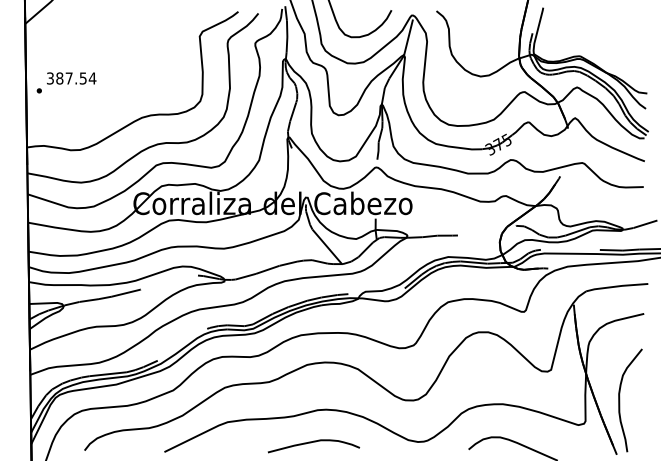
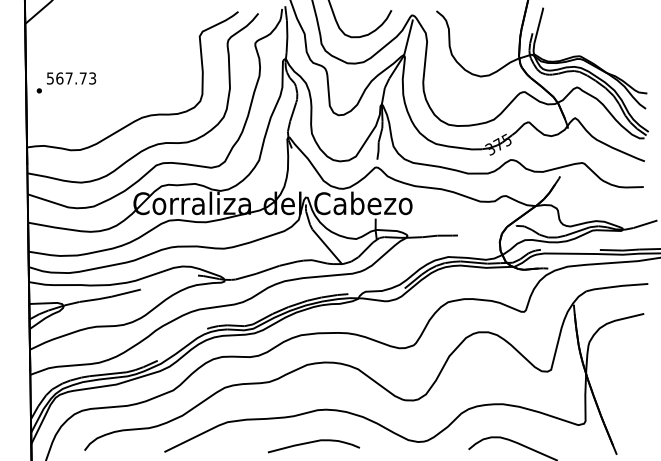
text at (71, 78): 387.54 -> 567.73
curve at (620, 400): present -> none
